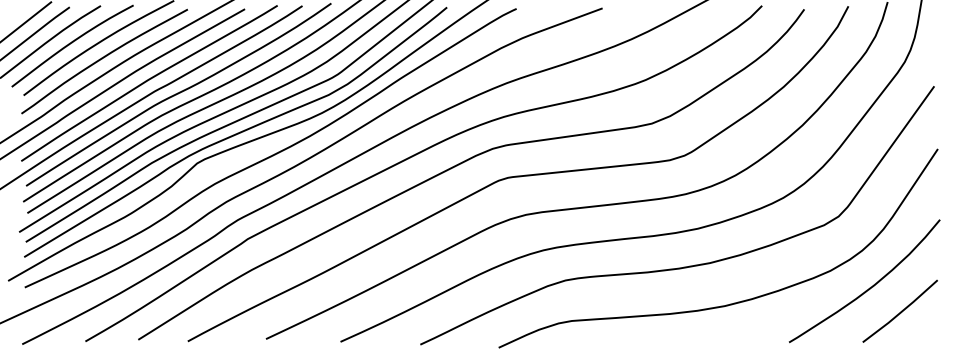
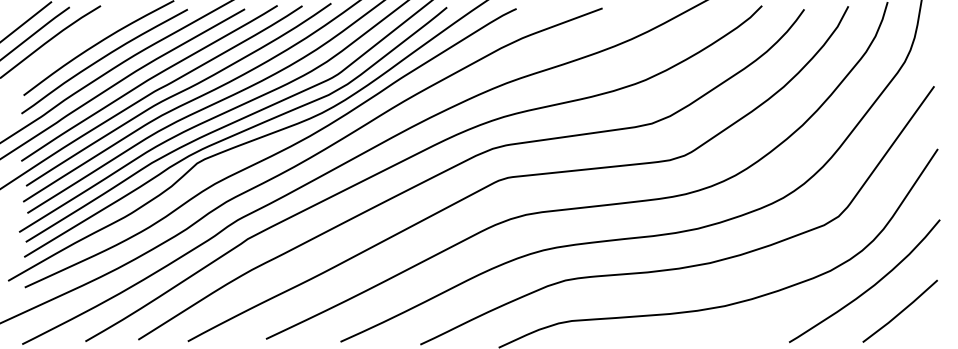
curve at (72, 43): present -> none
